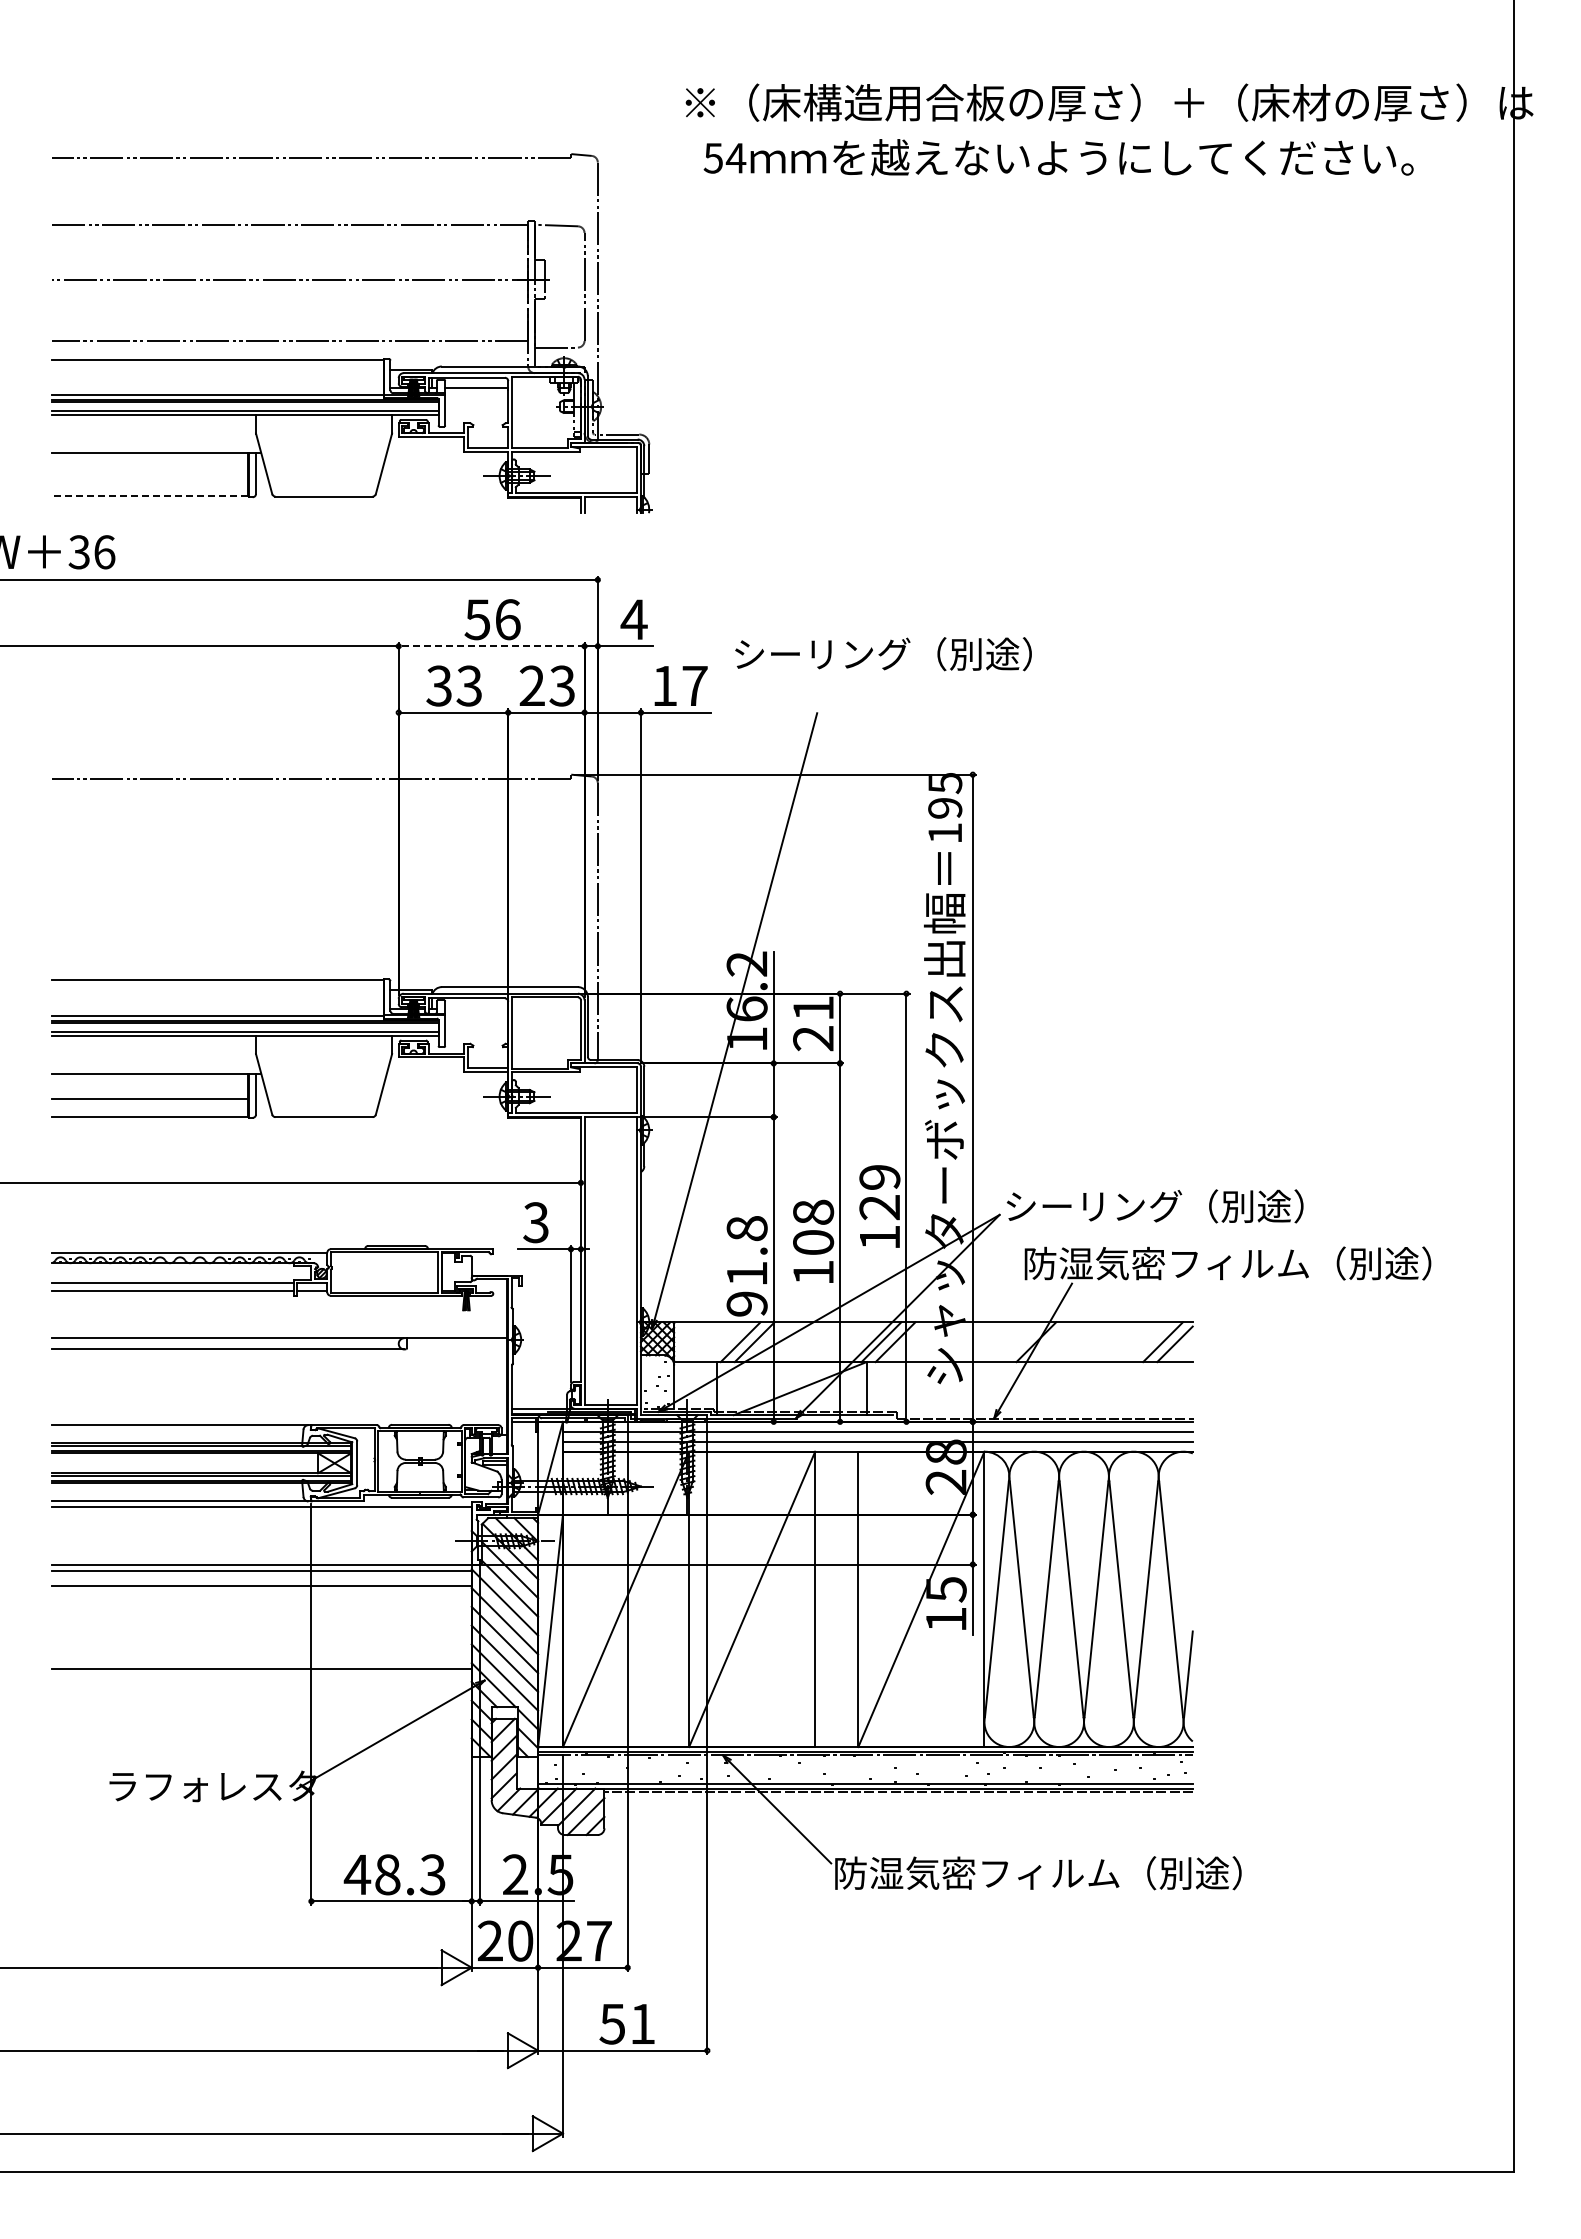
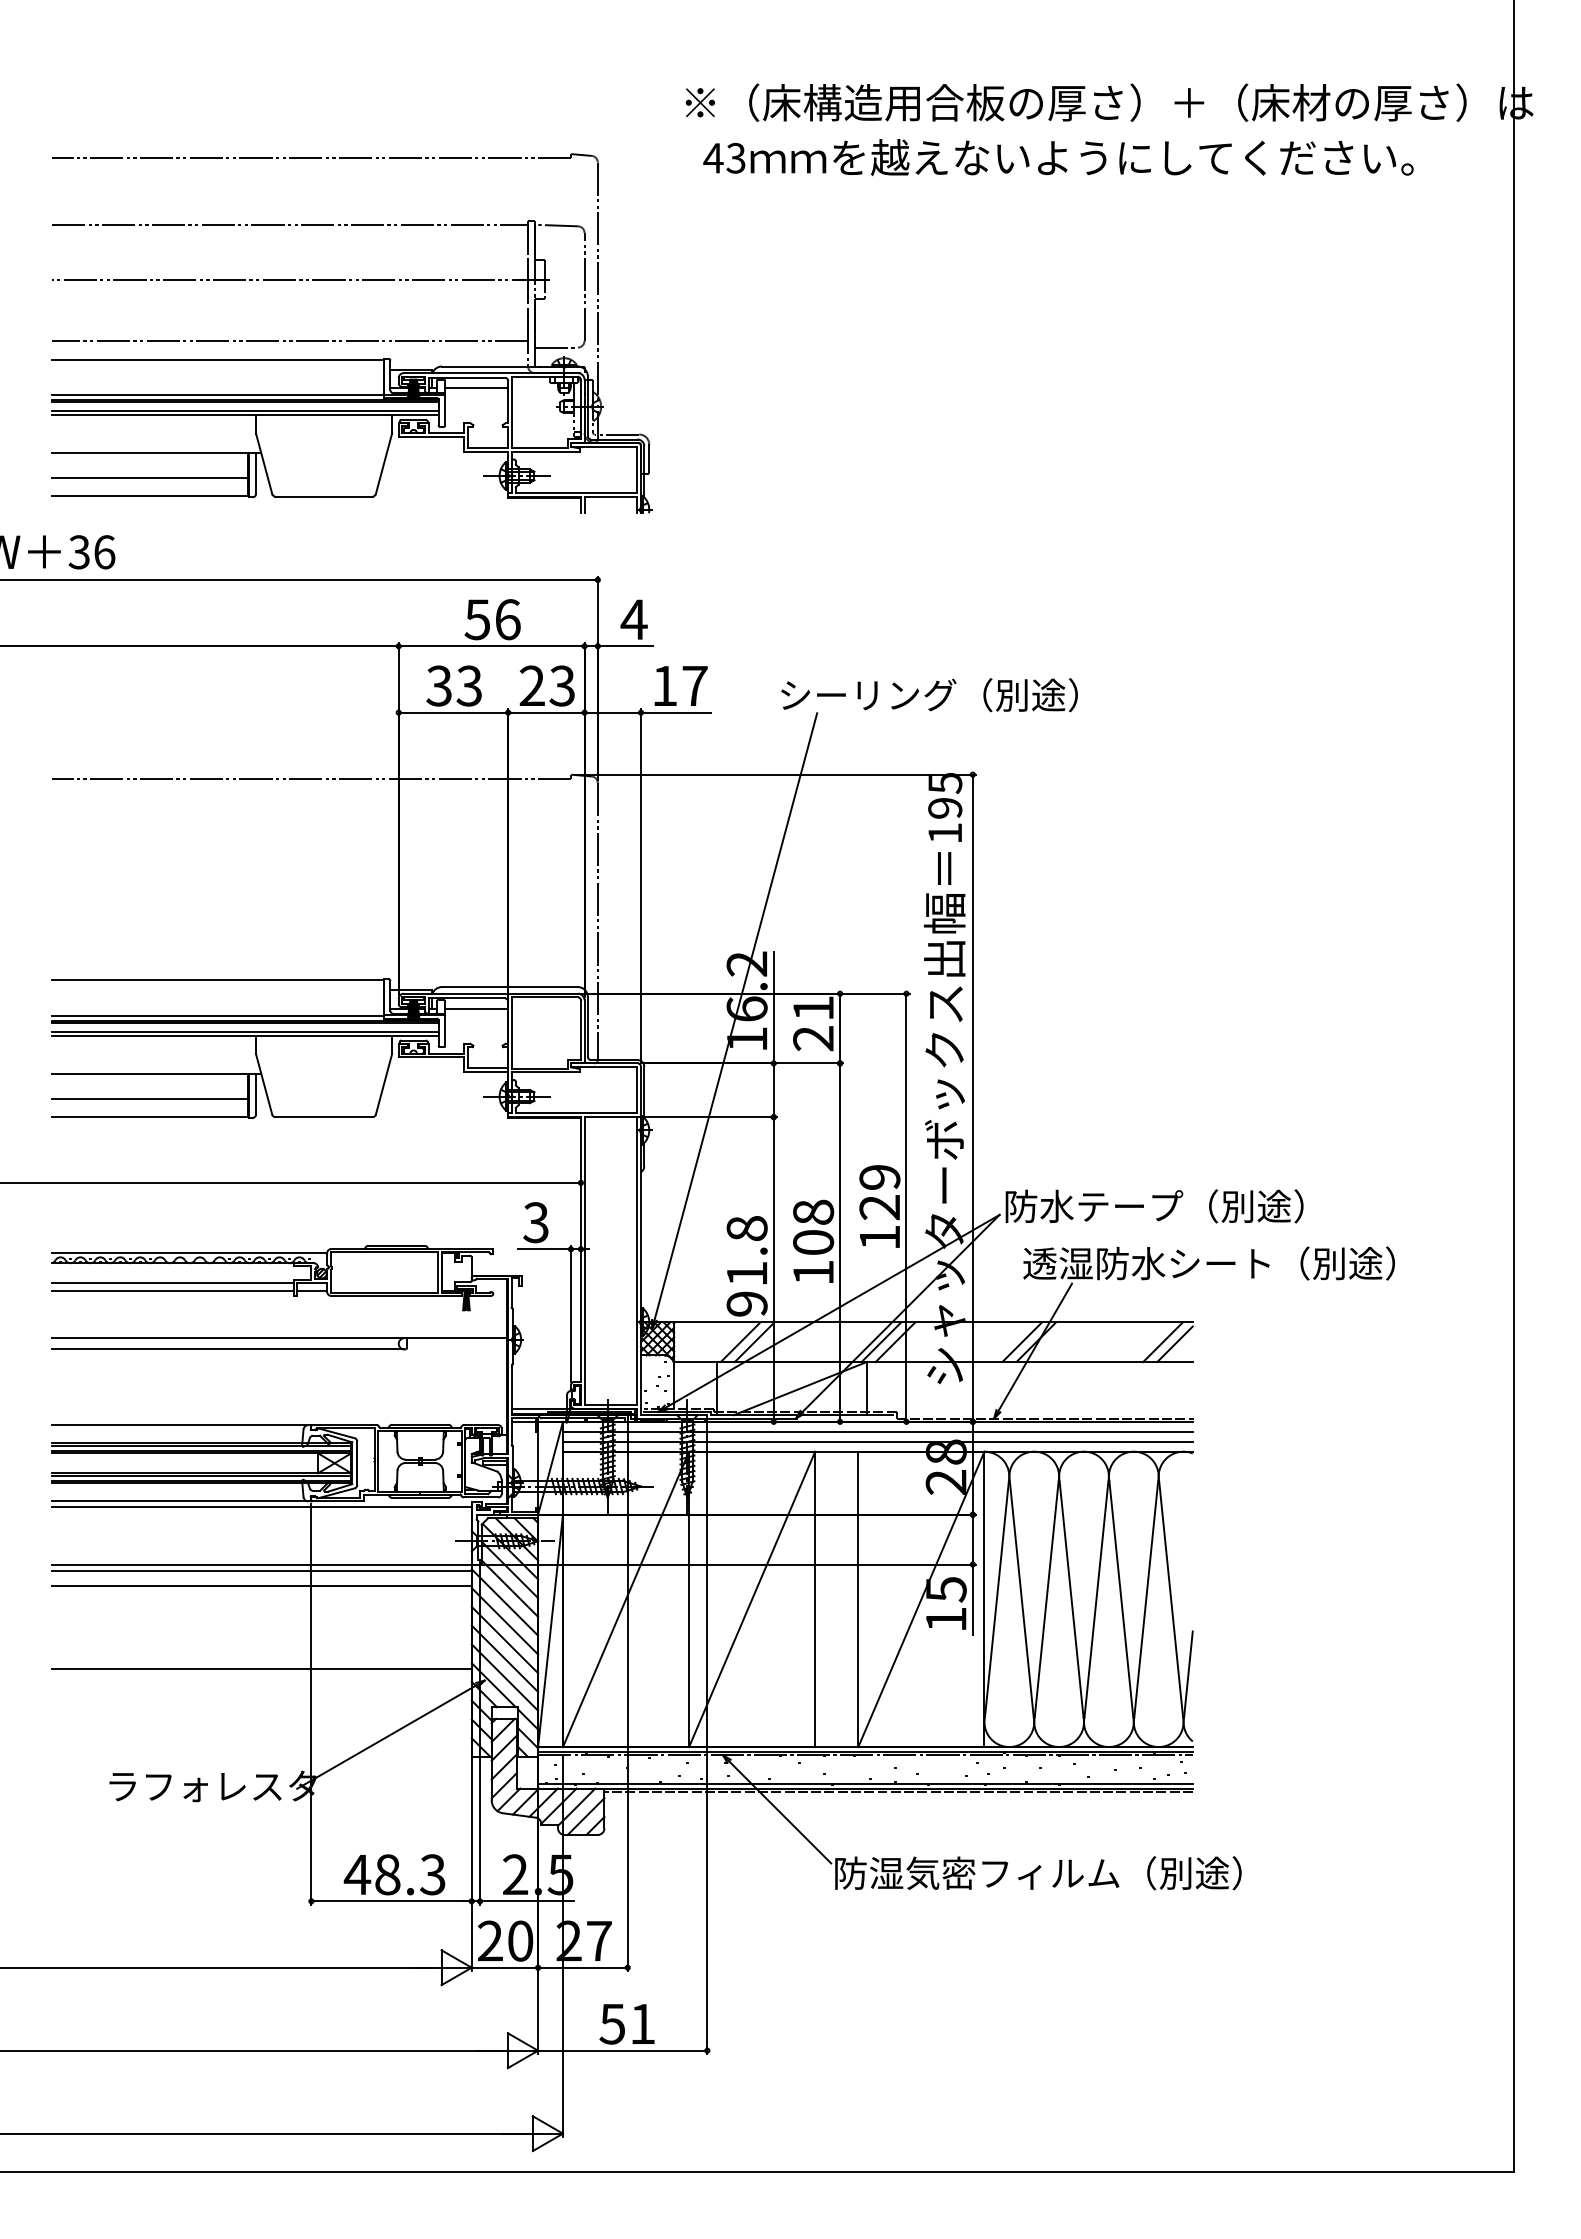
text at (724, 157): 54 -> 43
line at (149, 478): none -> present
line at (150, 496): dashed -> solid
line at (491, 646): dashed -> solid
text at (883, 654) position: (883, 654) -> (929, 695)
line at (476, 1008): none -> present
text at (1094, 1205): シーリング（別途） -> 防水テープ（別途）
text at (1227, 1263): 防湿気密フィルム（別途） -> 透湿防水シート（別途）
line at (1022, 1342): none -> present
